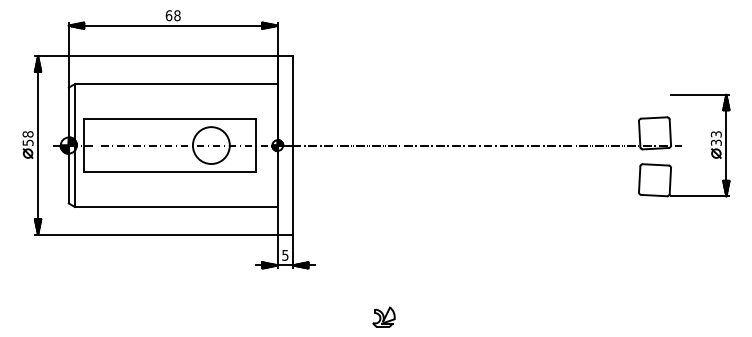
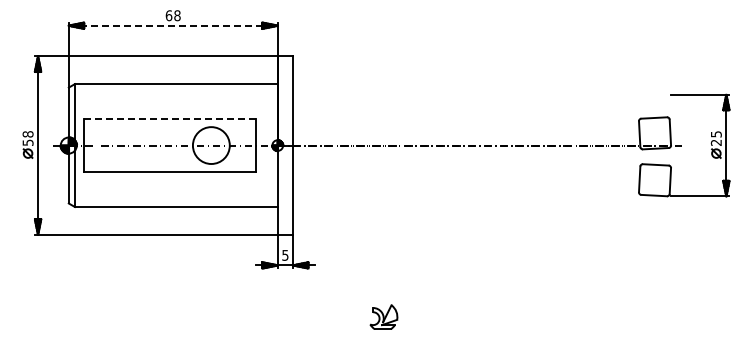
line at (173, 25): solid -> dashed
line at (169, 118): solid -> dashed
text at (715, 138): 33 -> 25
part at (383, 316) size: 24x22 px -> 30x26 px
